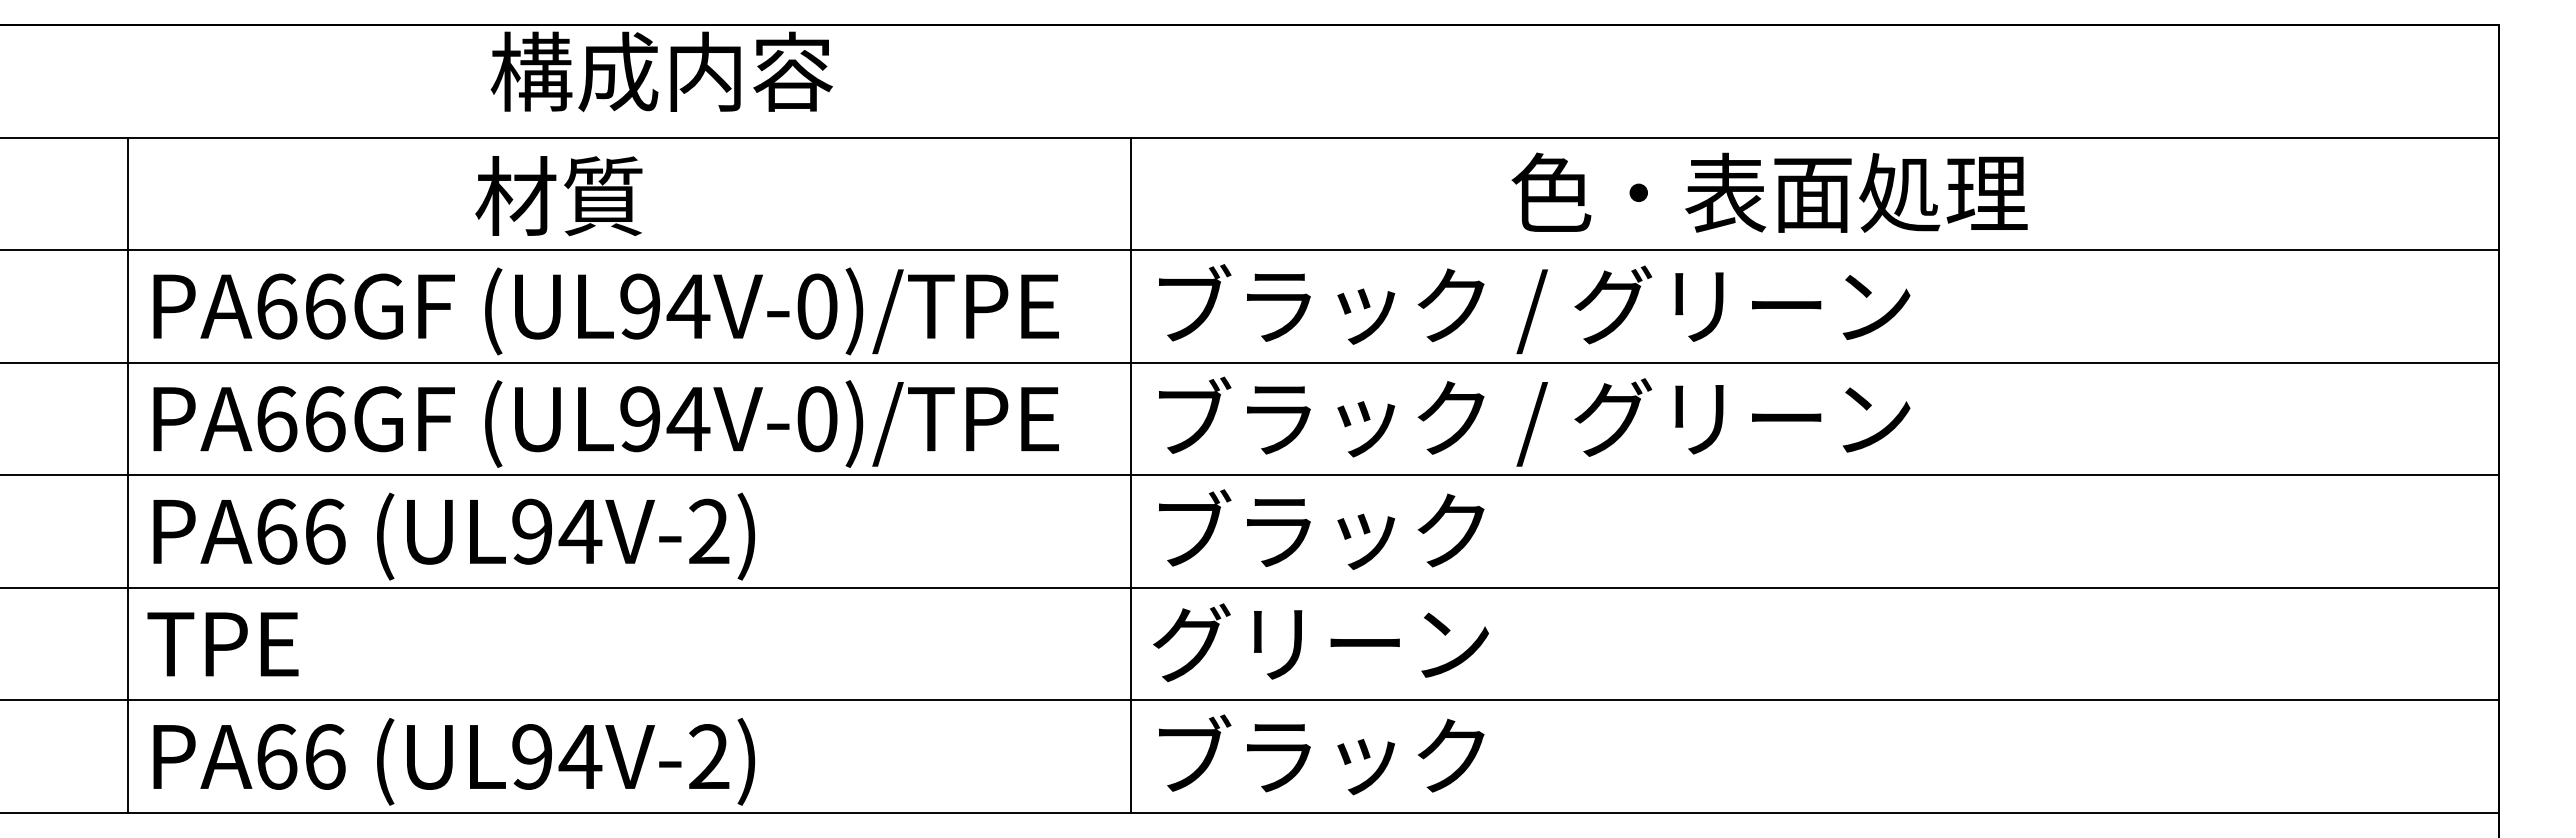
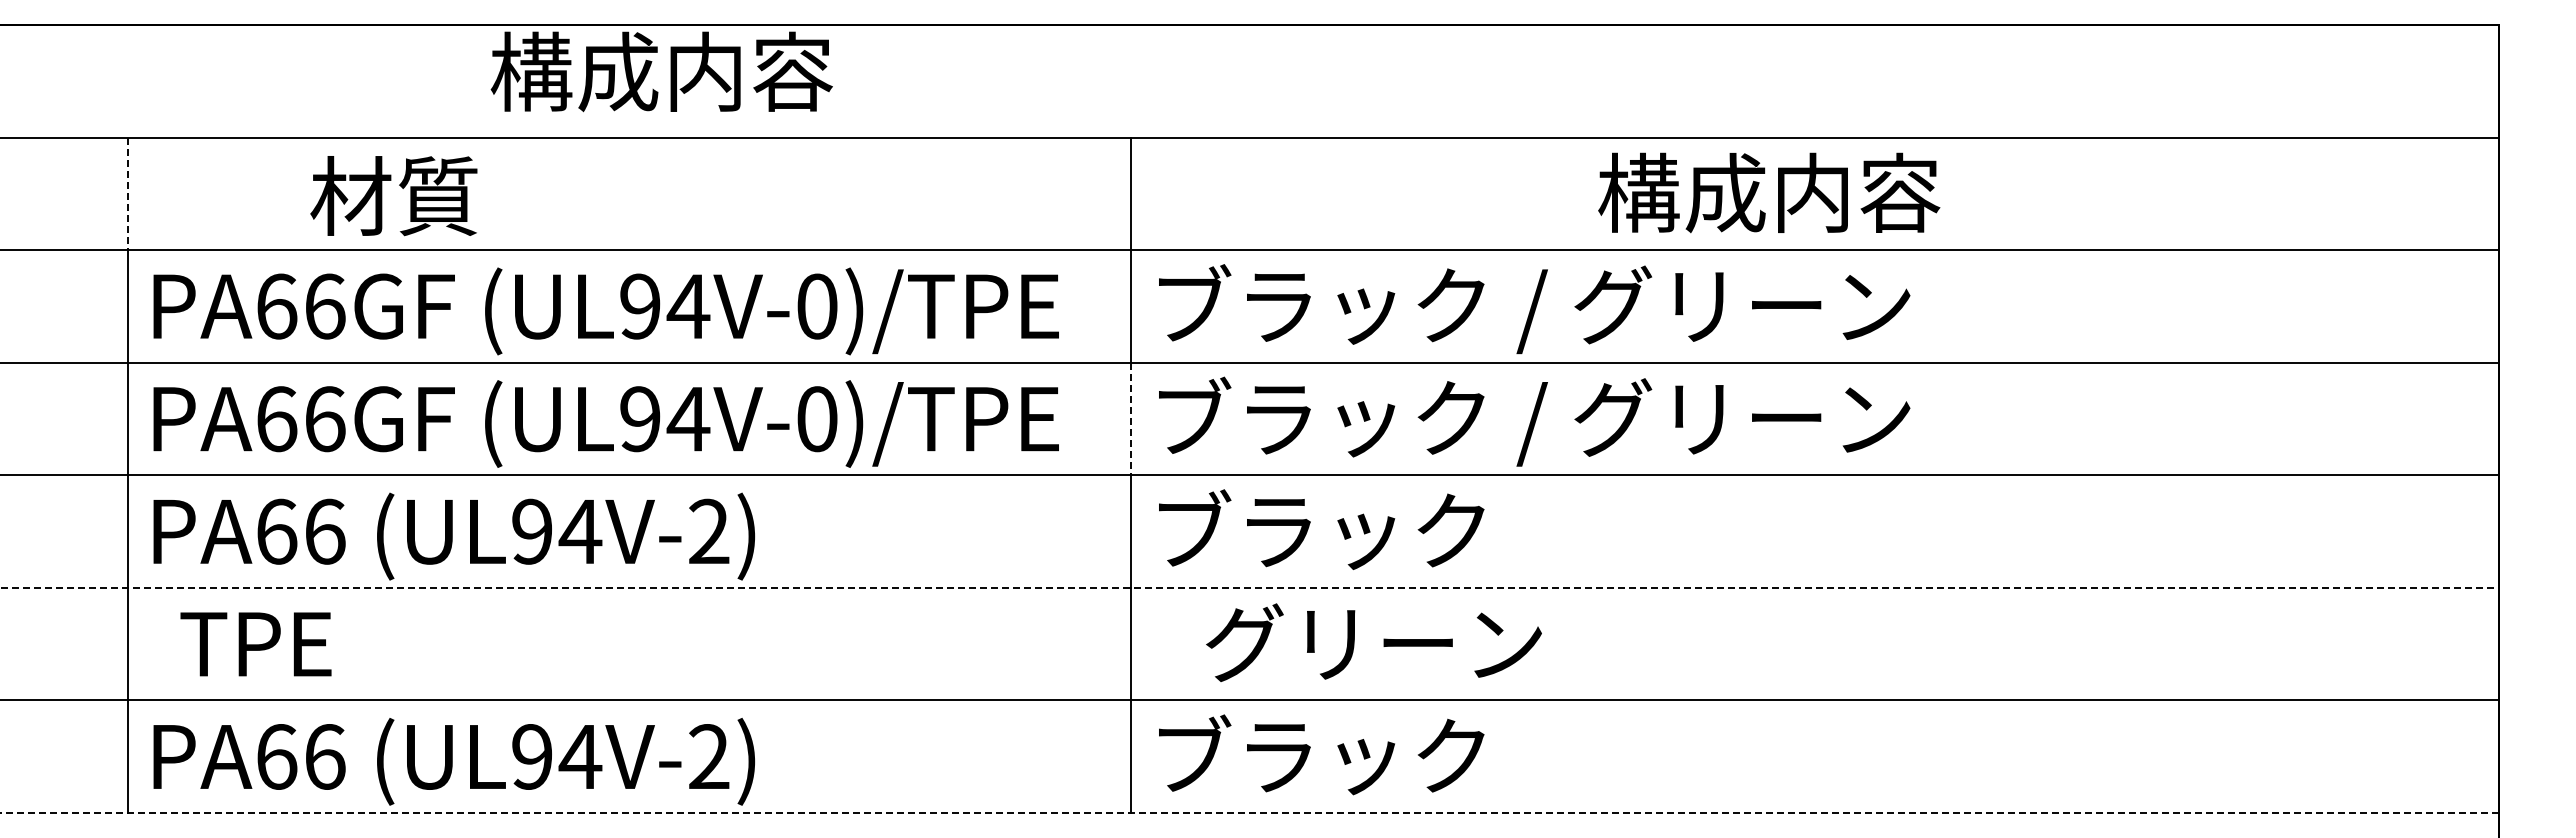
text at (1769, 192): 色・表面処理 -> 構成内容
line at (128, 194): solid -> dashed
text at (558, 196) position: (558, 196) -> (393, 196)
line at (1131, 419): solid -> dashed
line at (1249, 587): solid -> dashed
text at (1320, 642) position: (1320, 642) -> (1373, 642)
text at (222, 644) position: (222, 644) -> (255, 644)
line at (1249, 813): solid -> dashed
